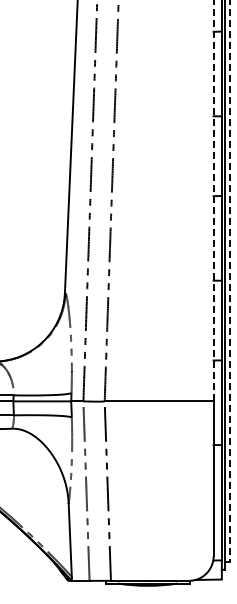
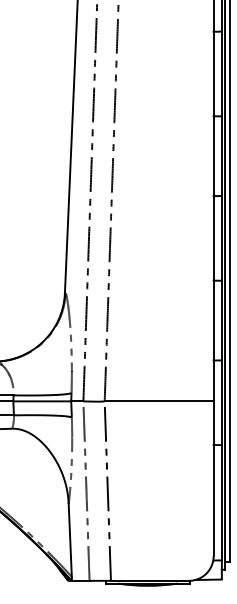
line at (213, 200): dashed -> solid
line at (230, 280): dashed -> solid
